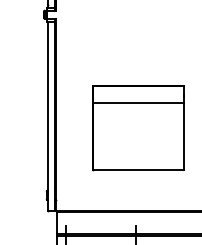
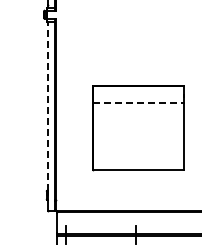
line at (139, 103): solid -> dashed
line at (47, 105): solid -> dashed
